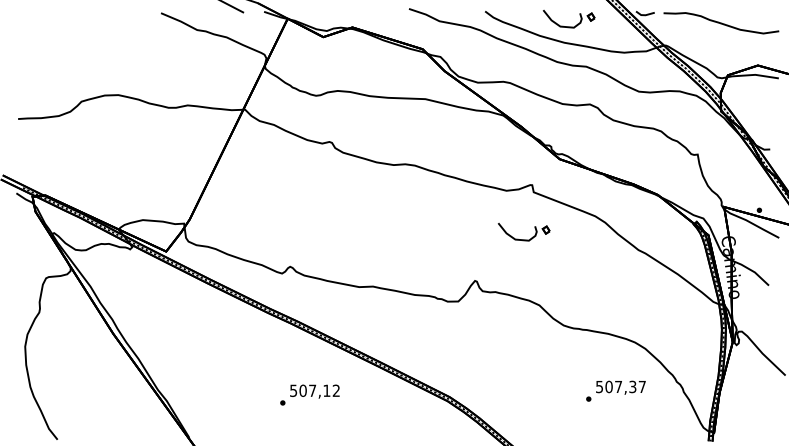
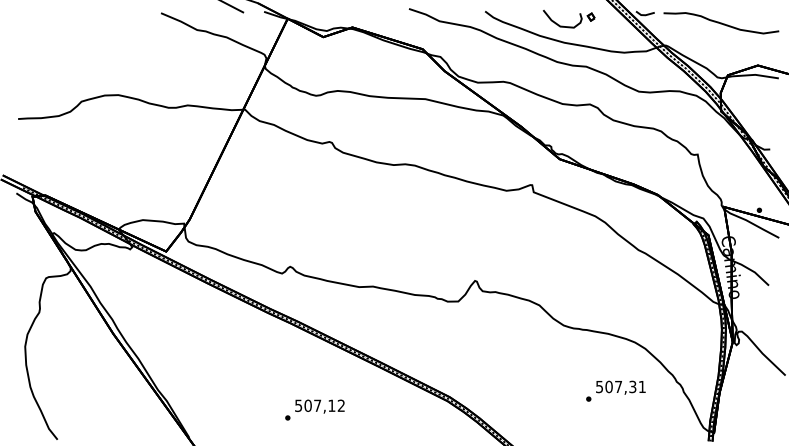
part at (523, 239): present -> none
text at (641, 386): 507,37 -> 507,31
text at (309, 394) position: (309, 394) -> (314, 409)
